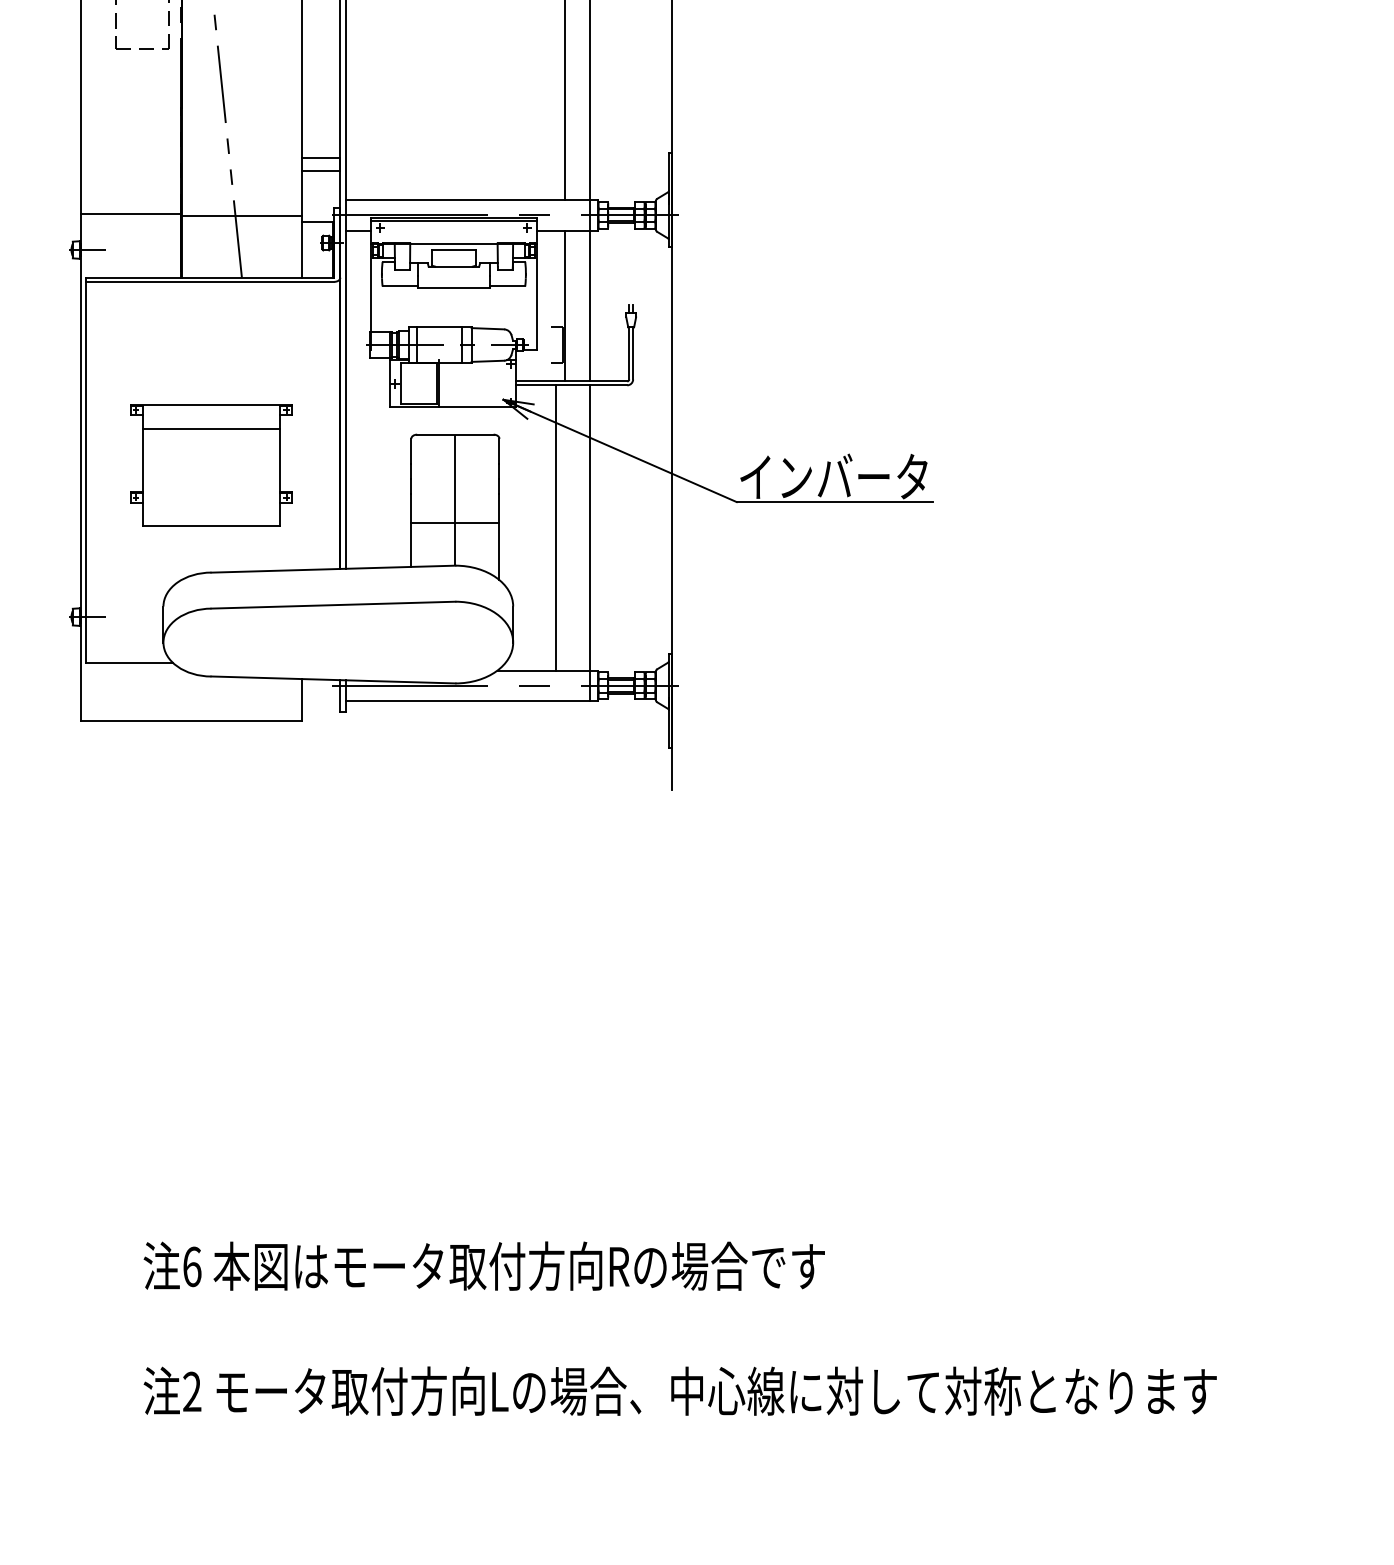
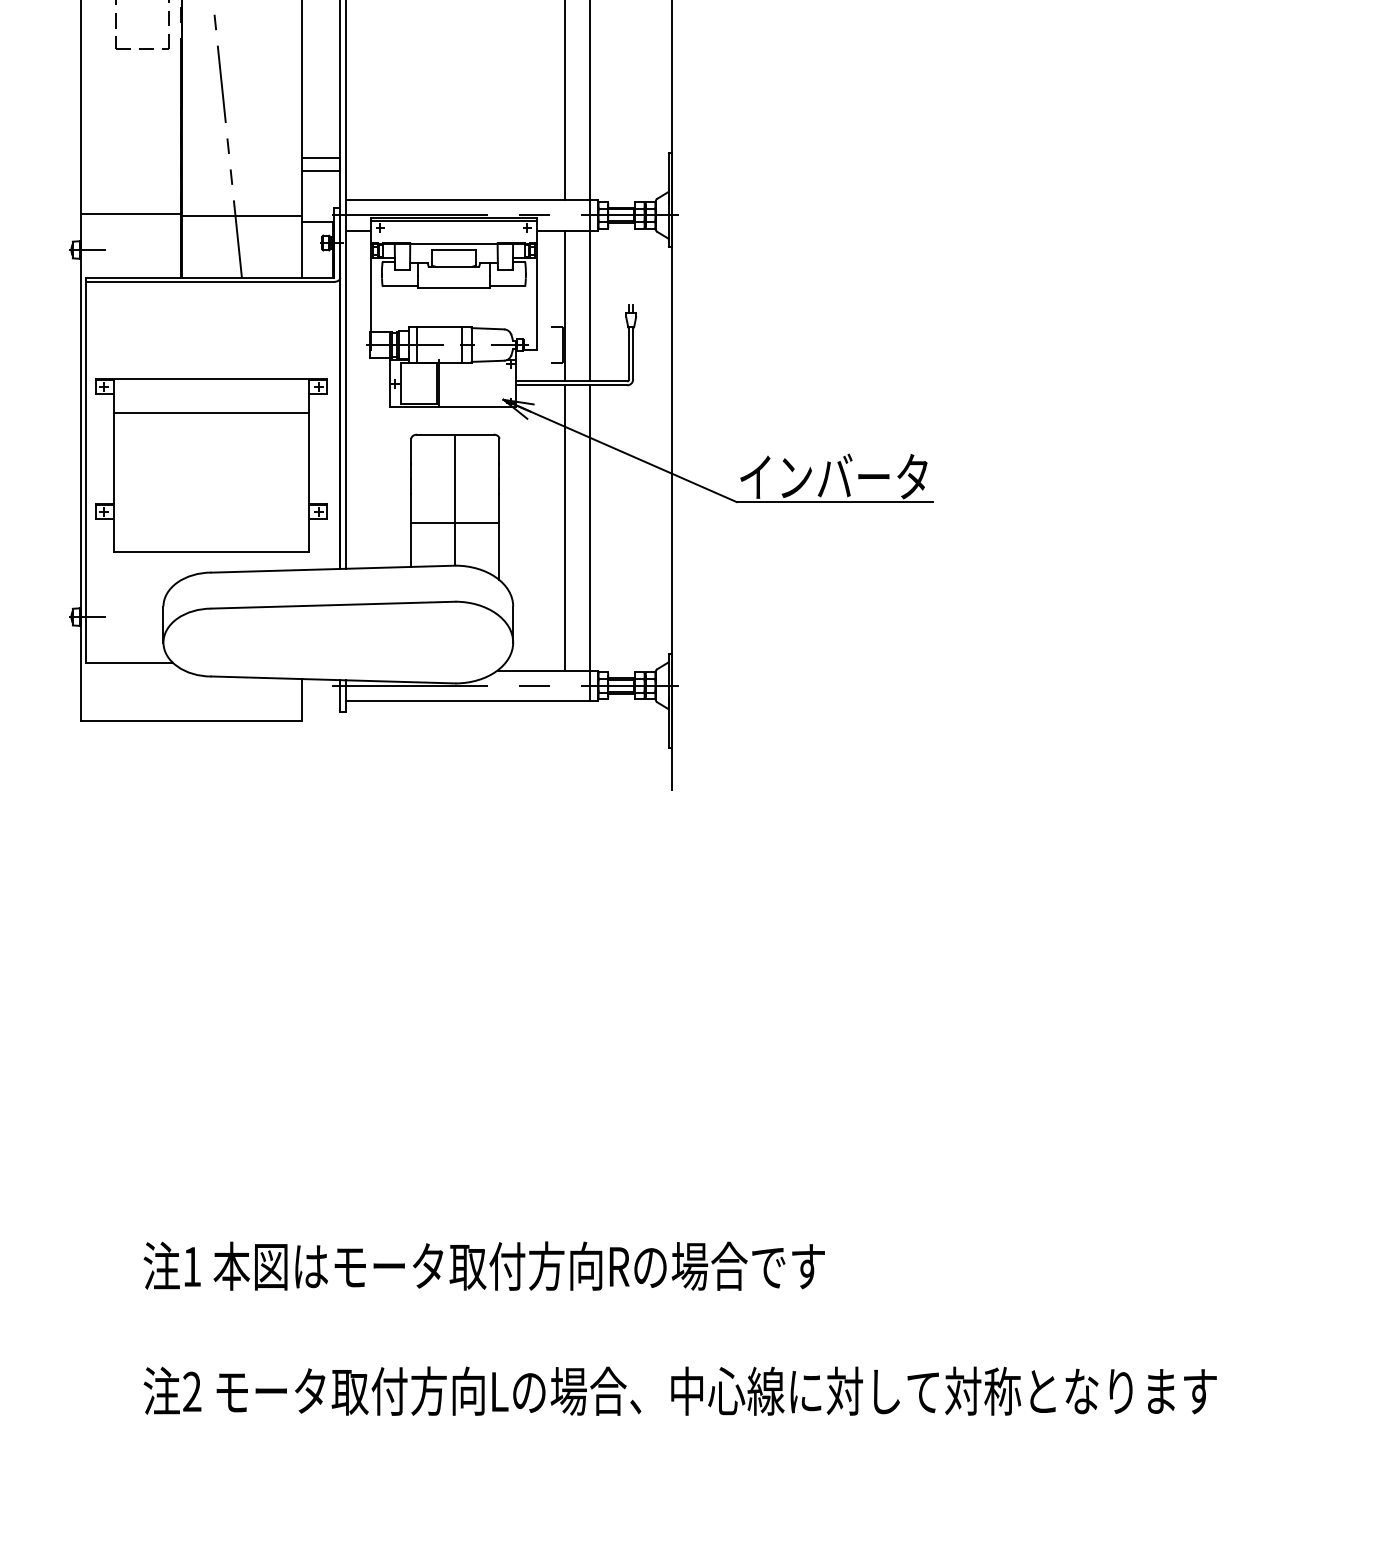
part at (211, 465) size: 163x123 px -> 233x175 px
line at (556, 527) position: (556, 527) -> (565, 527)
text at (192, 1266): 6 -> 1
